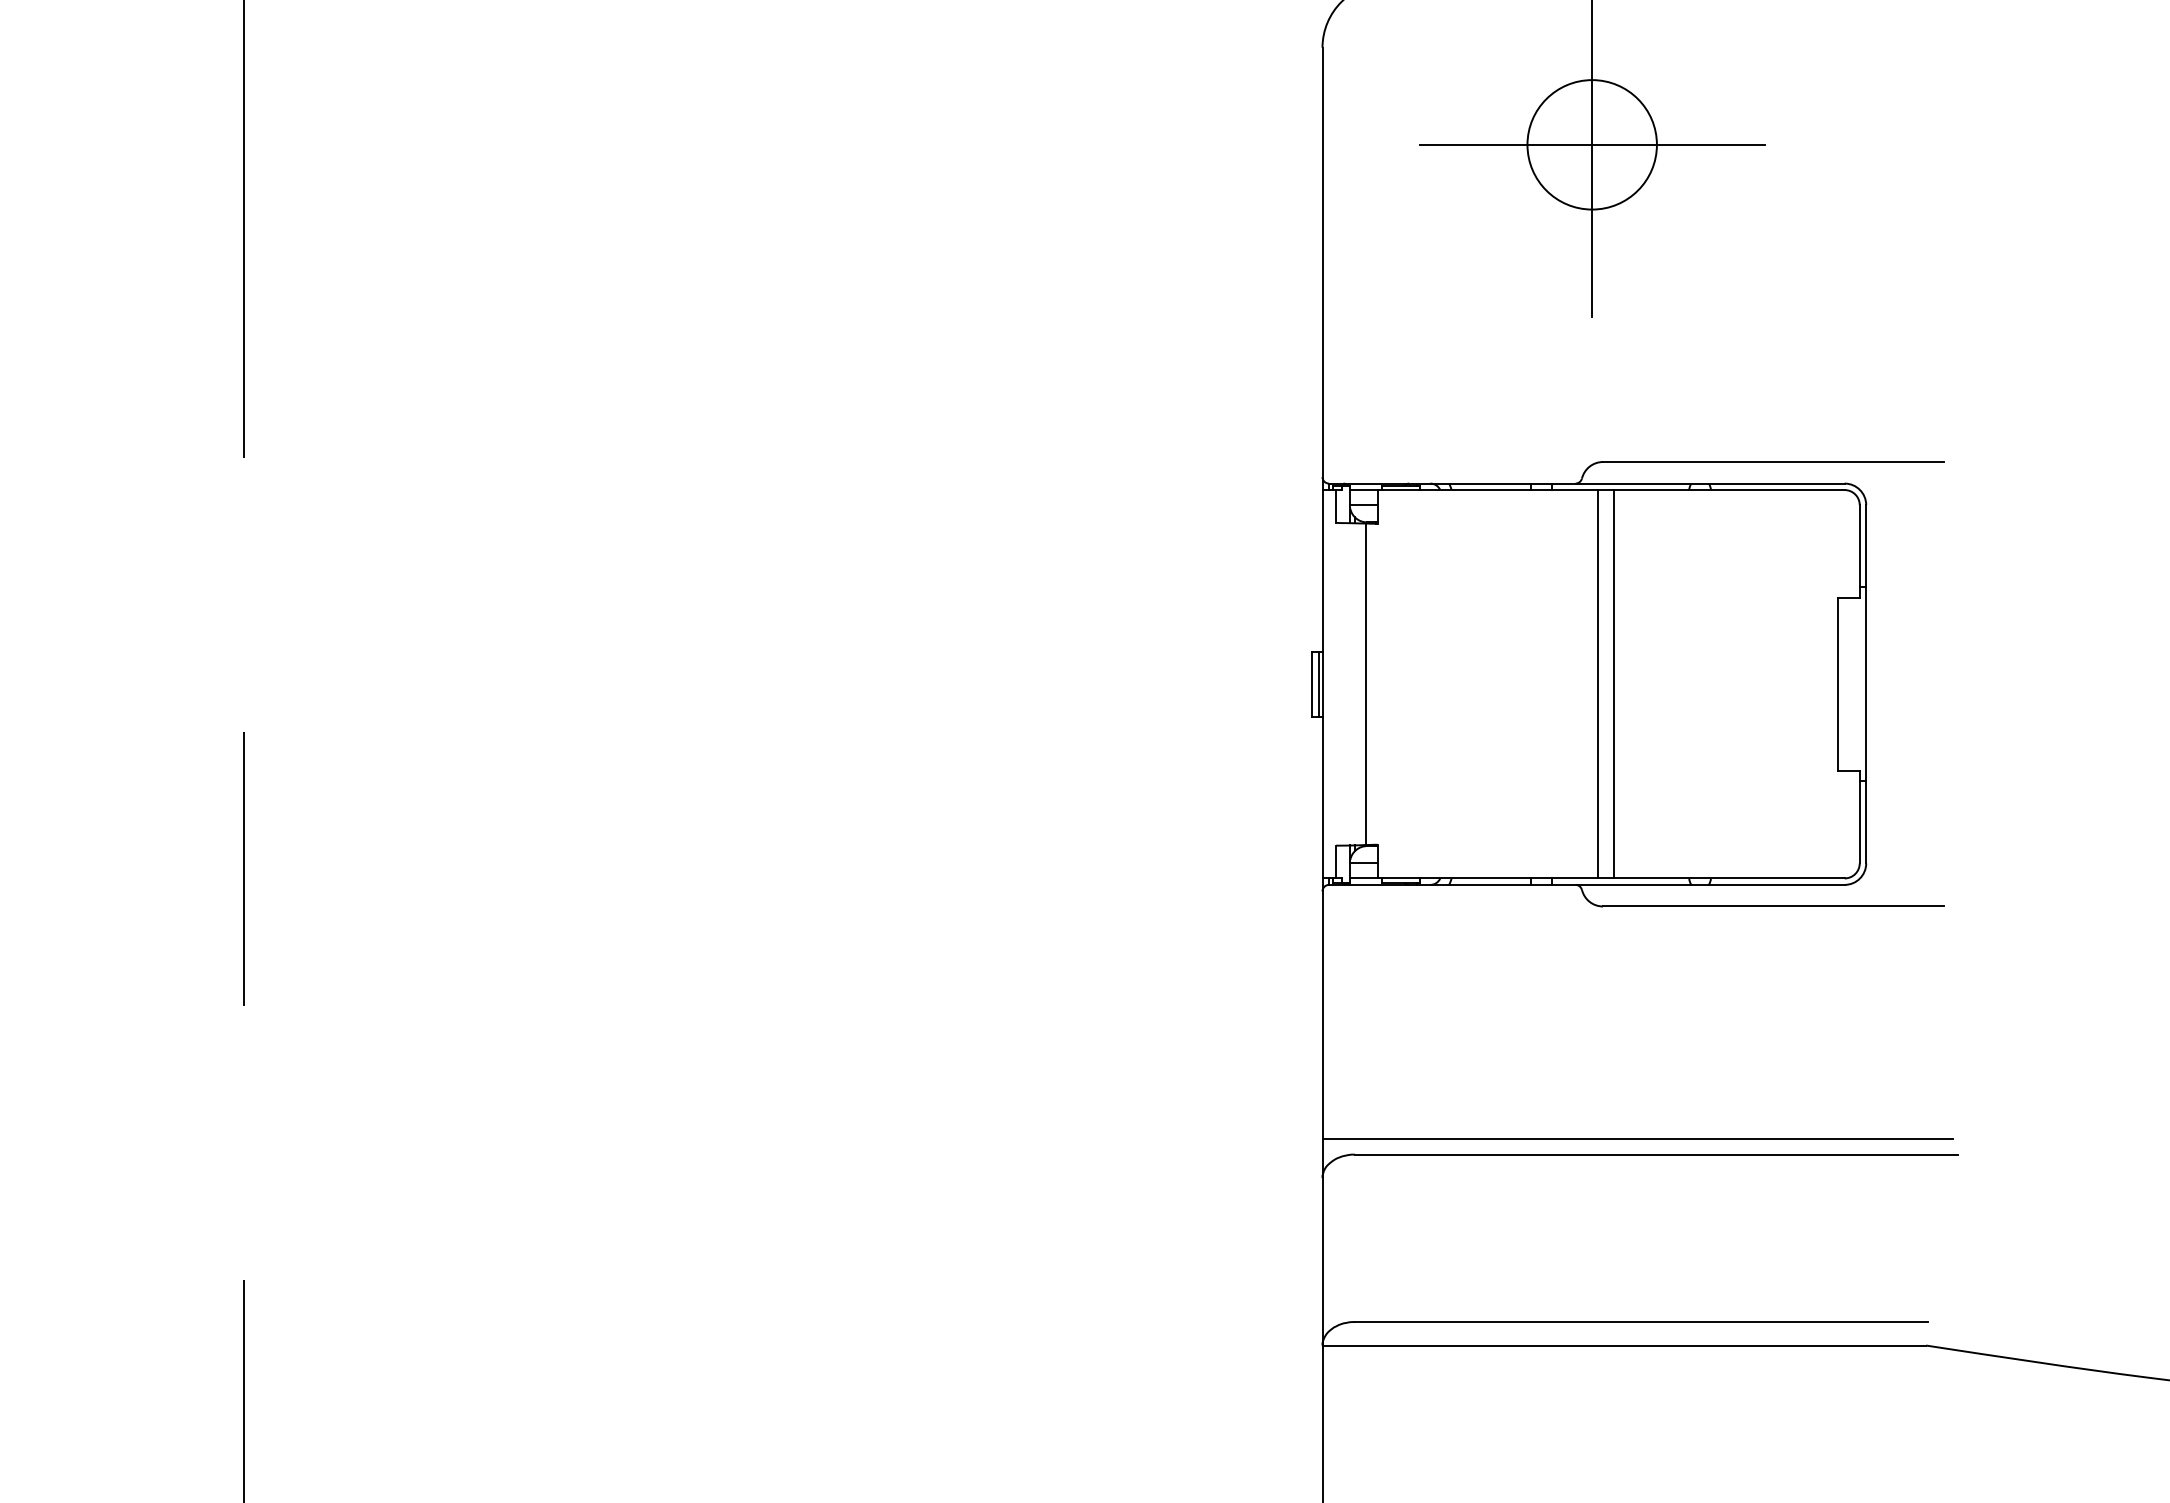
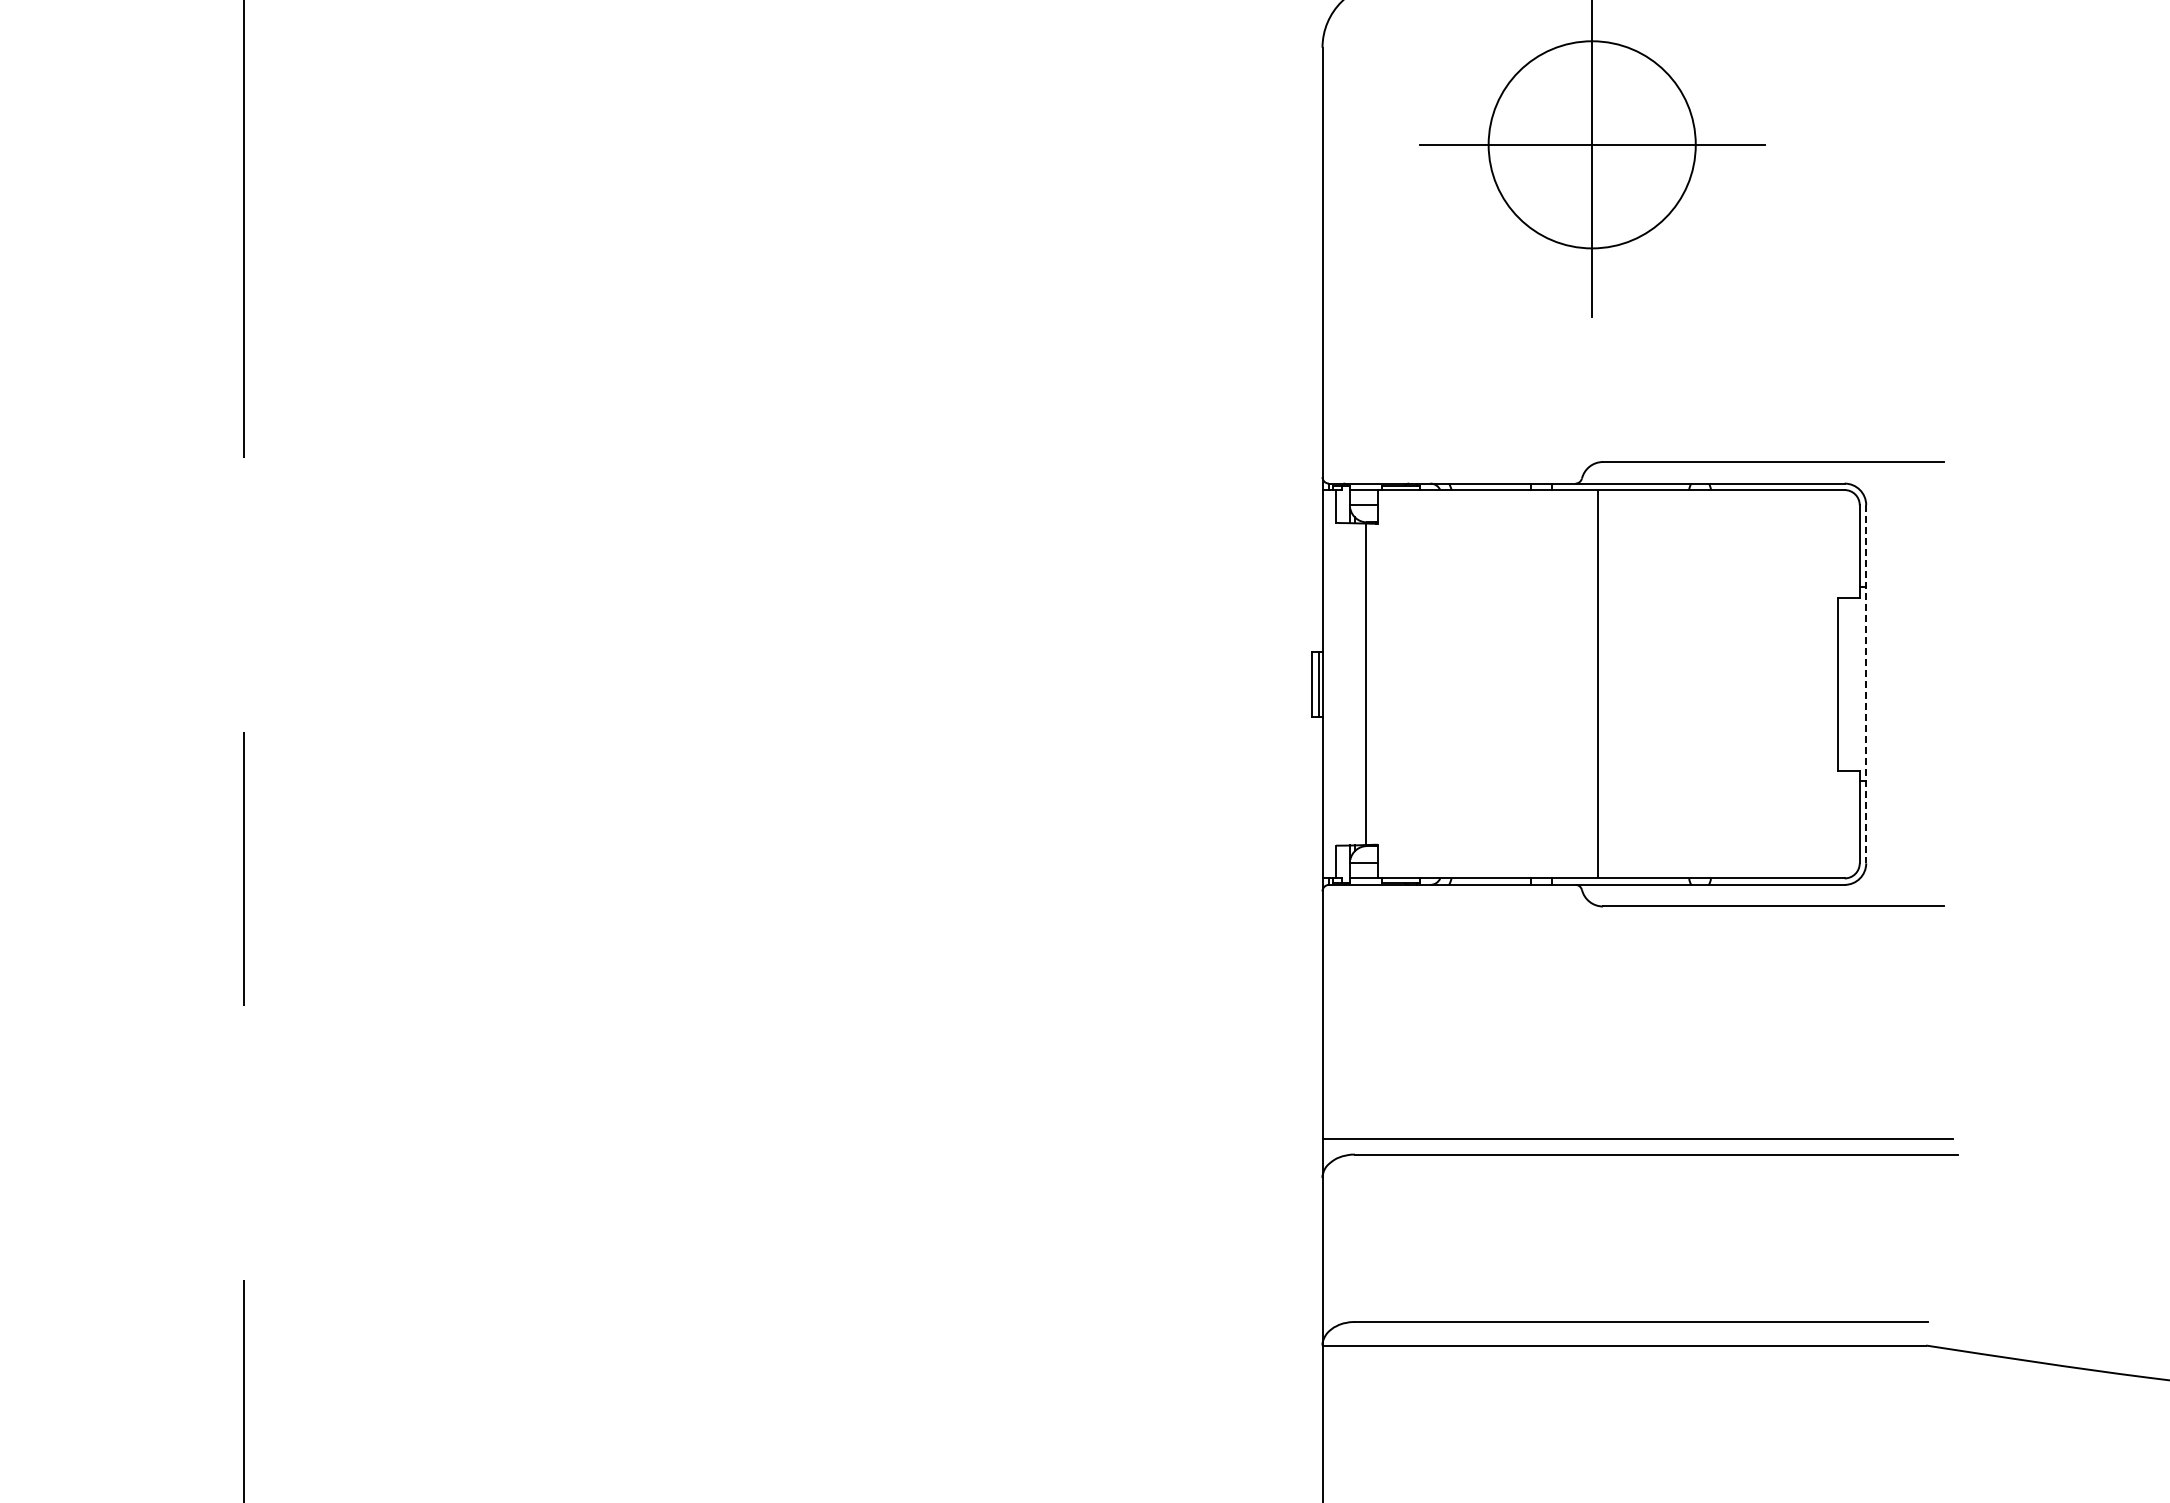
circle at (1591, 144) diameter: 129 px -> 207 px
line at (1613, 684): present -> none
line at (1866, 684): solid -> dashed
